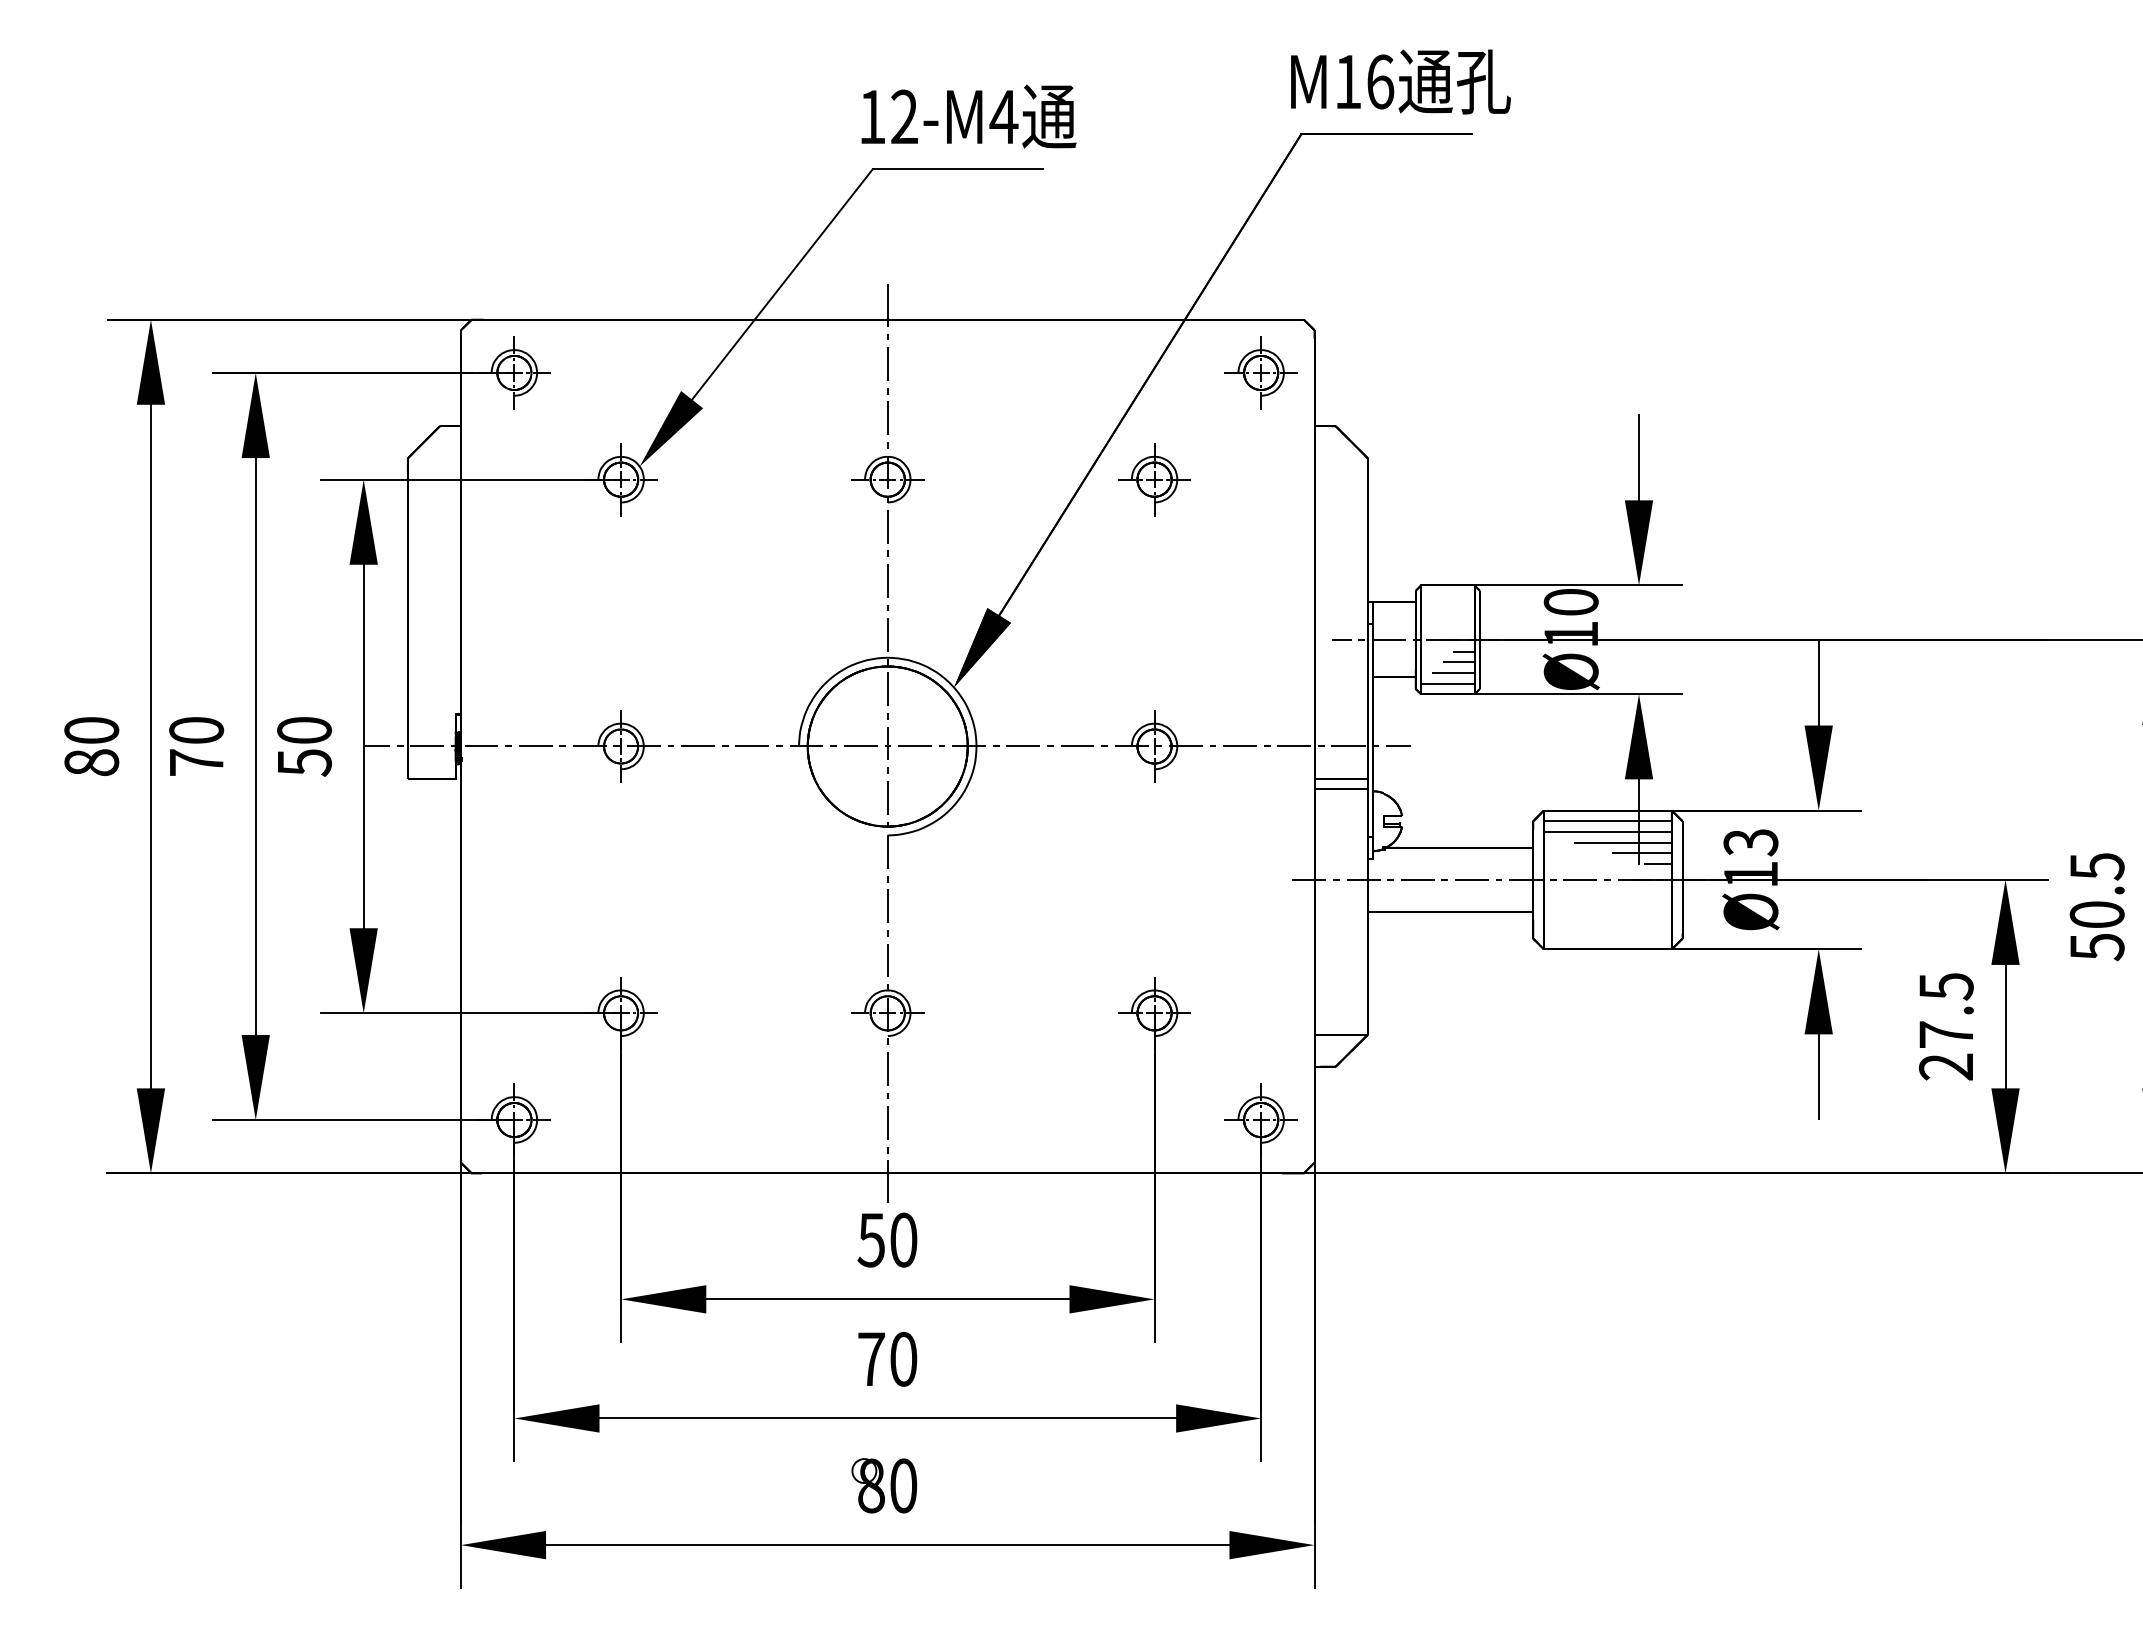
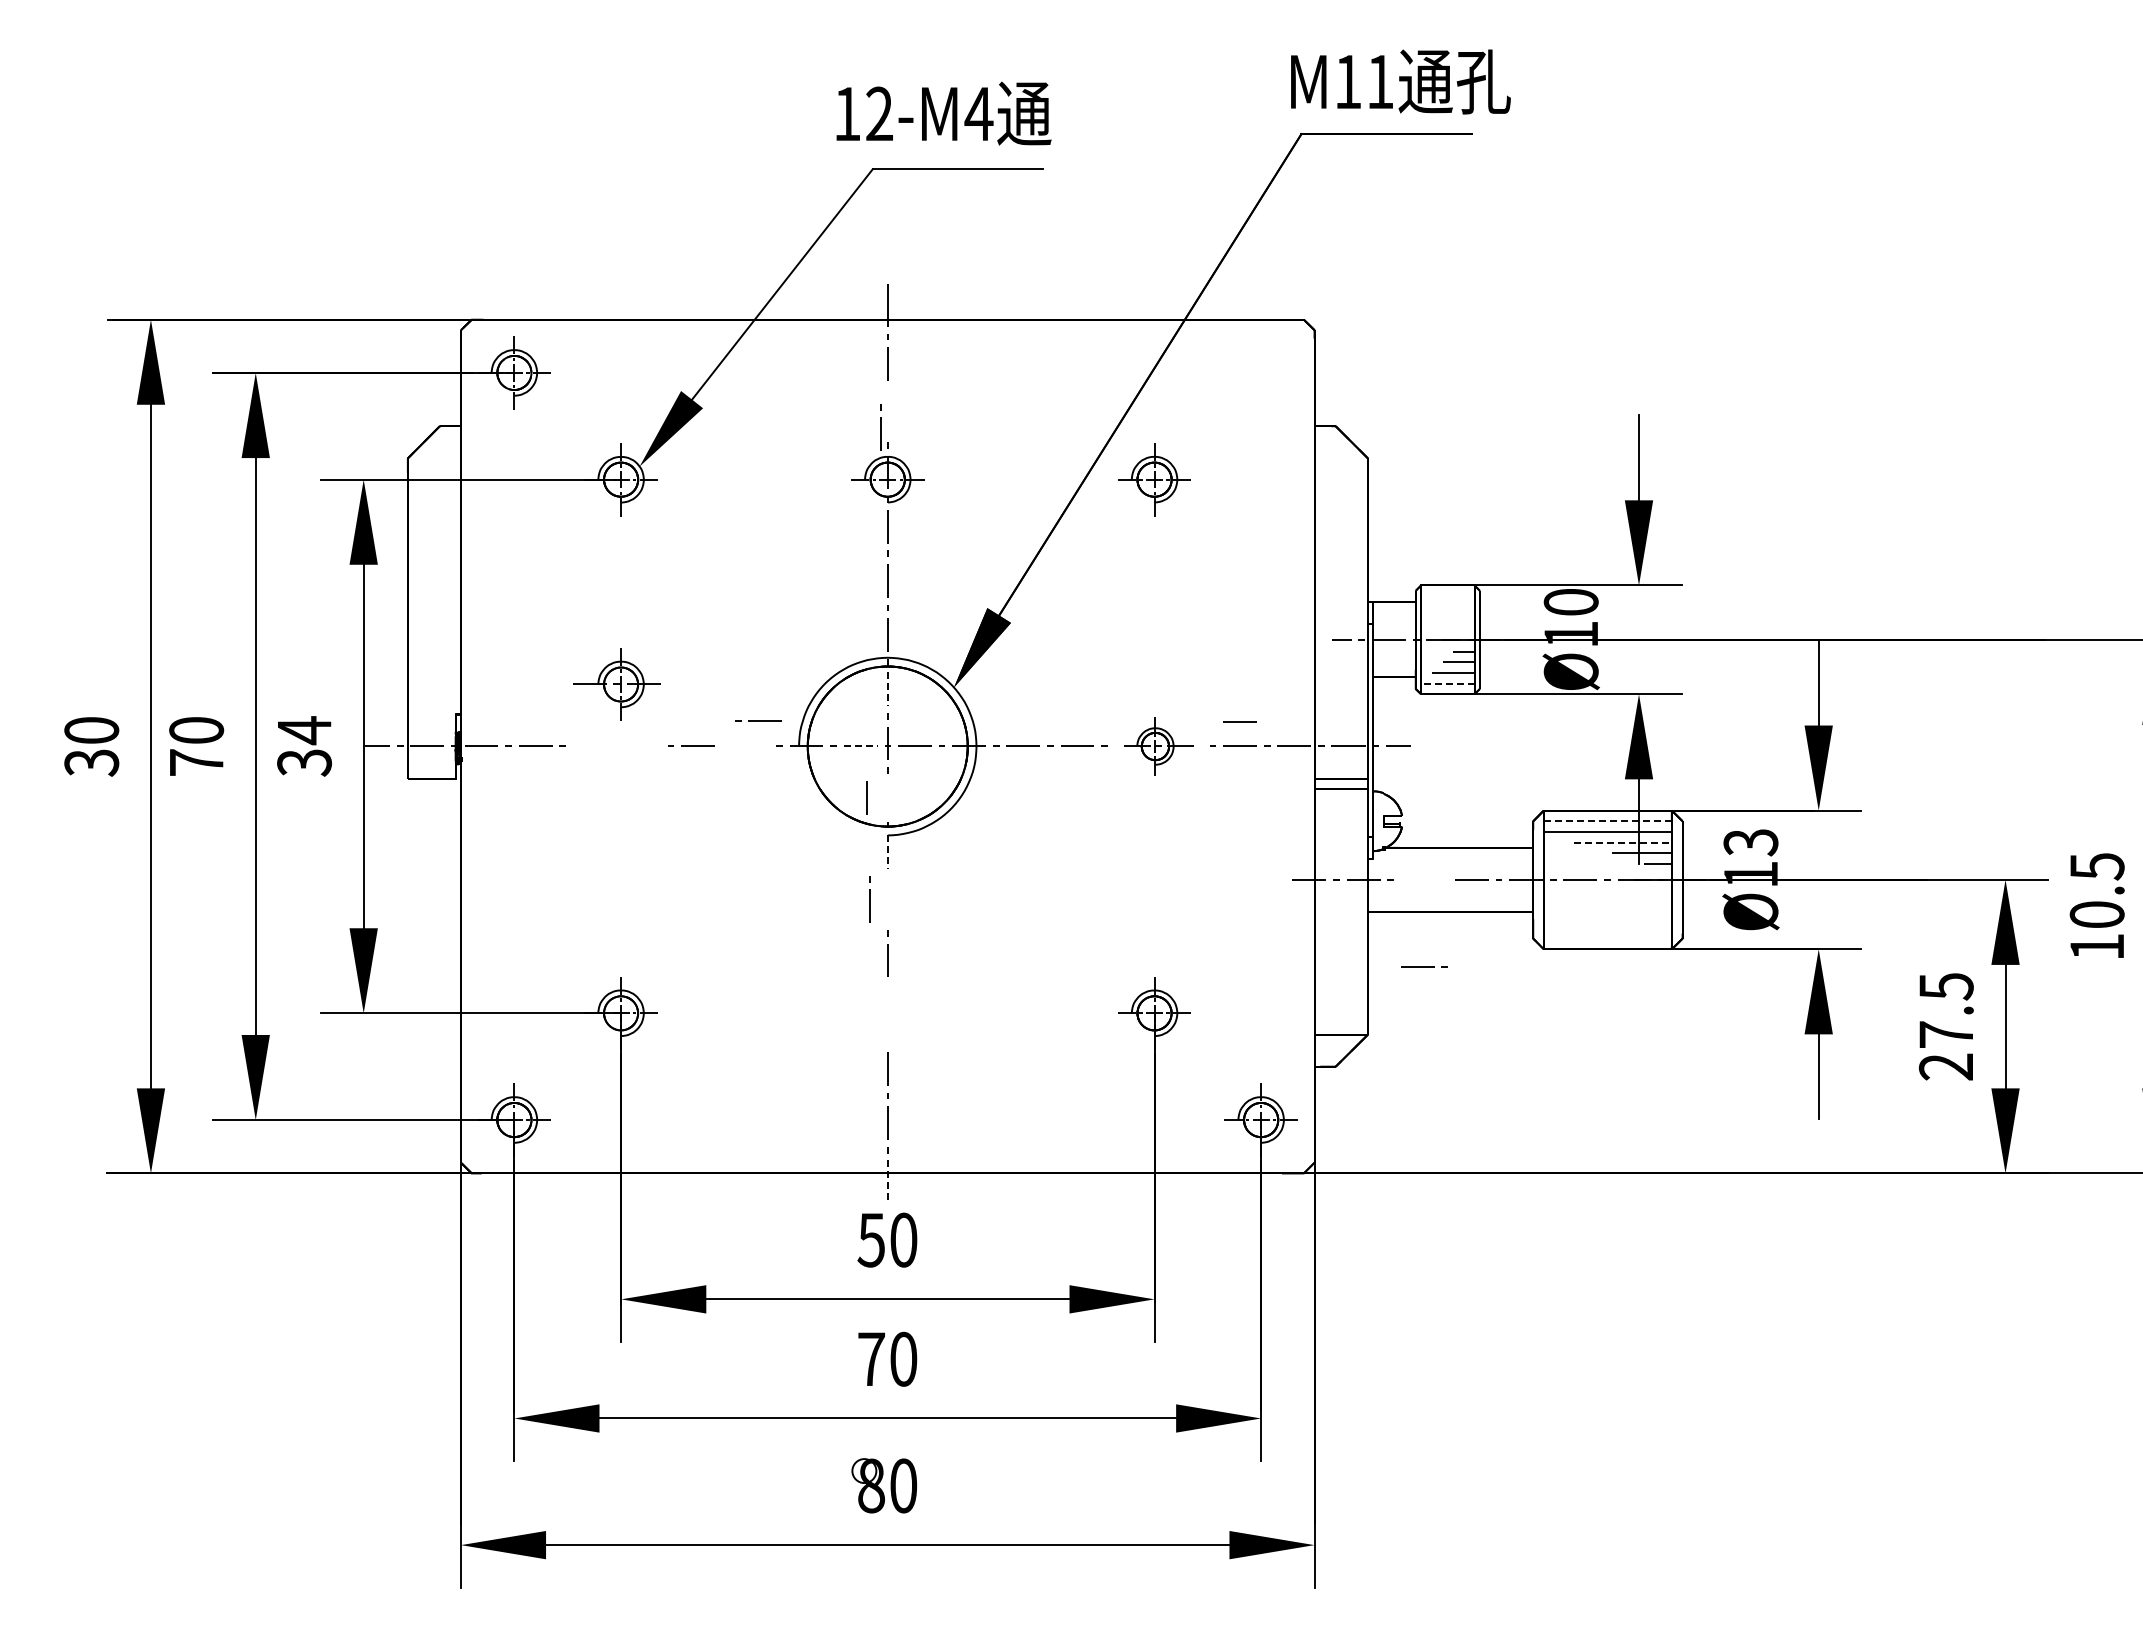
text at (1380, 81): M16 -> M11
text at (968, 116) position: (968, 116) -> (943, 113)
part at (1260, 372): present -> none
line at (887, 411) position: (887, 411) -> (880, 427)
line at (1447, 683): solid -> dashed
line at (887, 689): solid -> dashed
line at (1239, 721): none -> present
line at (745, 745) position: (745, 745) -> (758, 720)
text at (304, 746): 50 -> 34
part at (616, 746) position: (616, 746) -> (616, 684)
line at (860, 746): solid -> dashed
part at (1158, 746) size: 88x73 px -> 70x59 px
text at (91, 762): 80 -> 30
line at (887, 797) position: (887, 797) -> (866, 797)
line at (1608, 821): solid -> dashed
line at (1623, 842): solid -> dashed
line at (887, 852): solid -> dashed
line at (1424, 879) position: (1424, 879) -> (1424, 966)
line at (887, 899) position: (887, 899) -> (869, 899)
text at (2097, 947): 50.5 -> 10.5
part at (887, 1014): present -> none
line at (887, 1182): solid -> dashed
